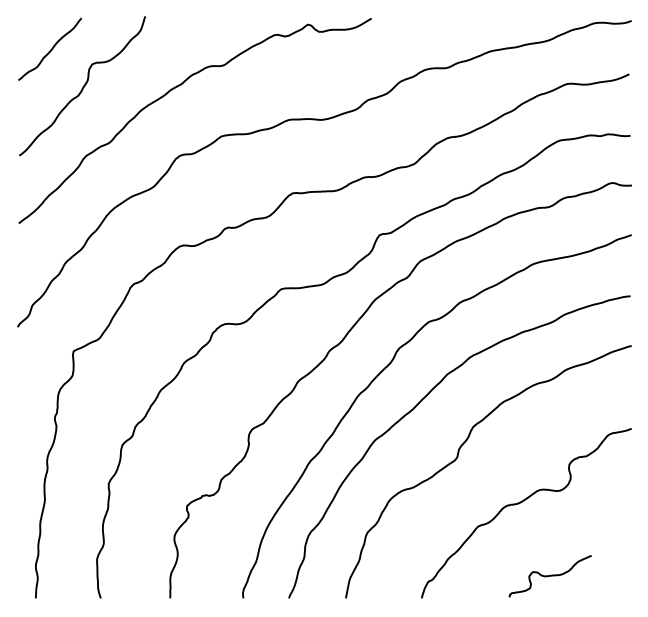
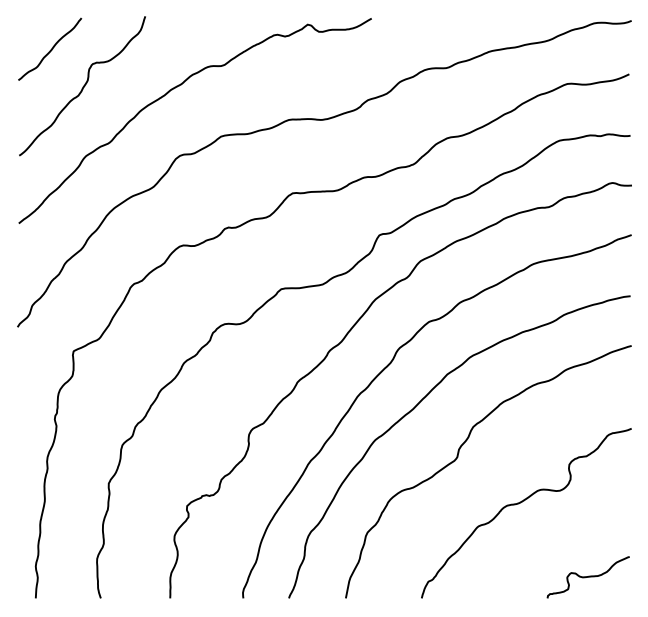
curve at (549, 576) position: (549, 576) -> (587, 577)
